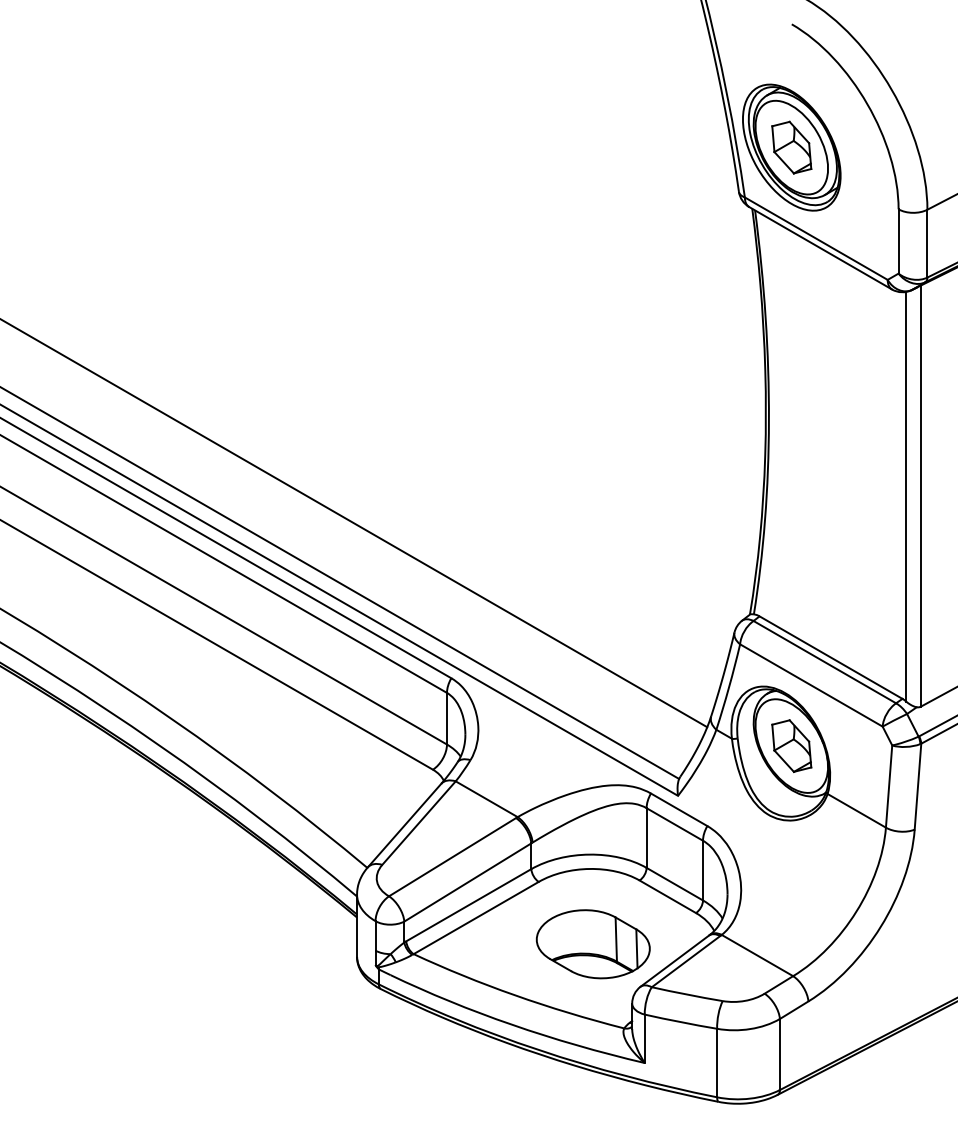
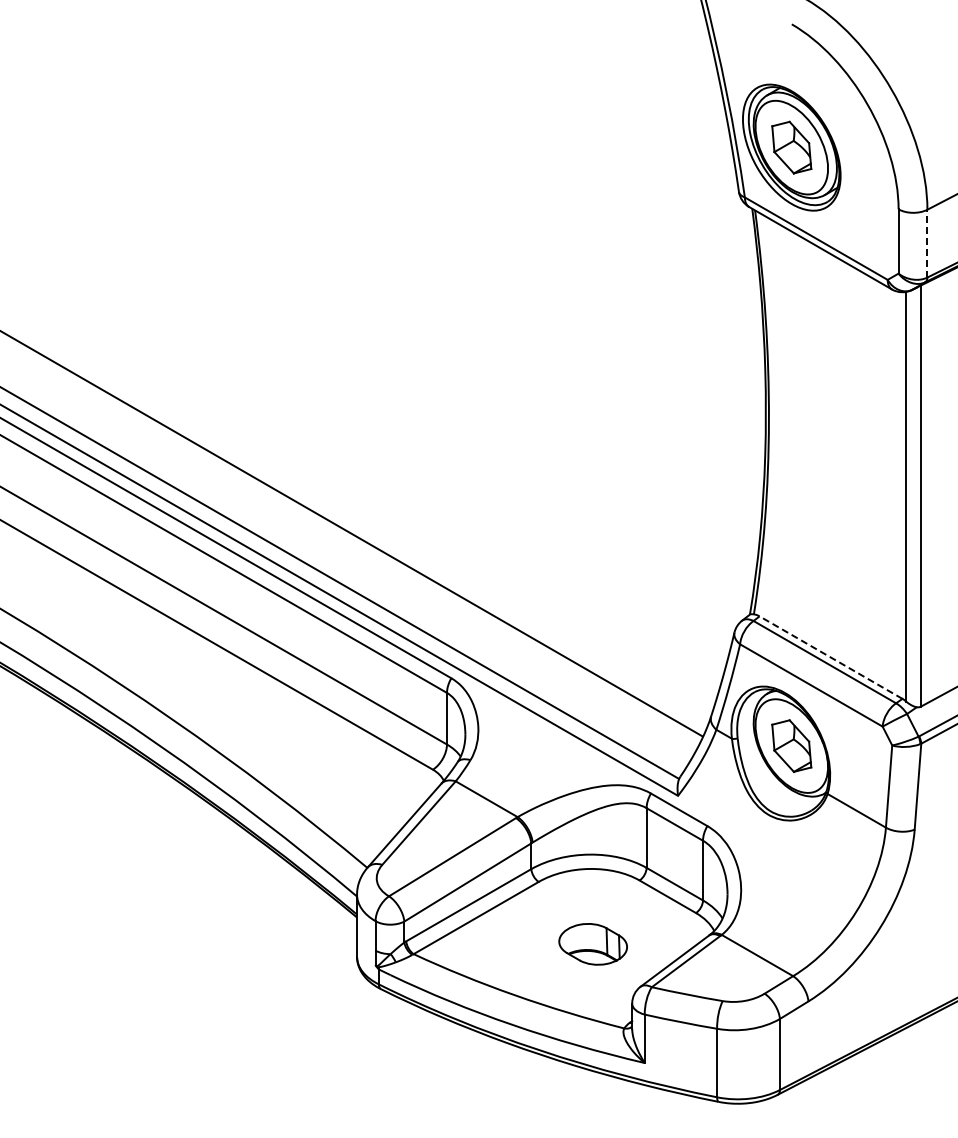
line at (927, 243): solid -> dashed
line at (354, 523) position: (354, 523) -> (352, 534)
line at (830, 657): solid -> dashed
part at (592, 944) size: 116x71 px -> 70x43 px
